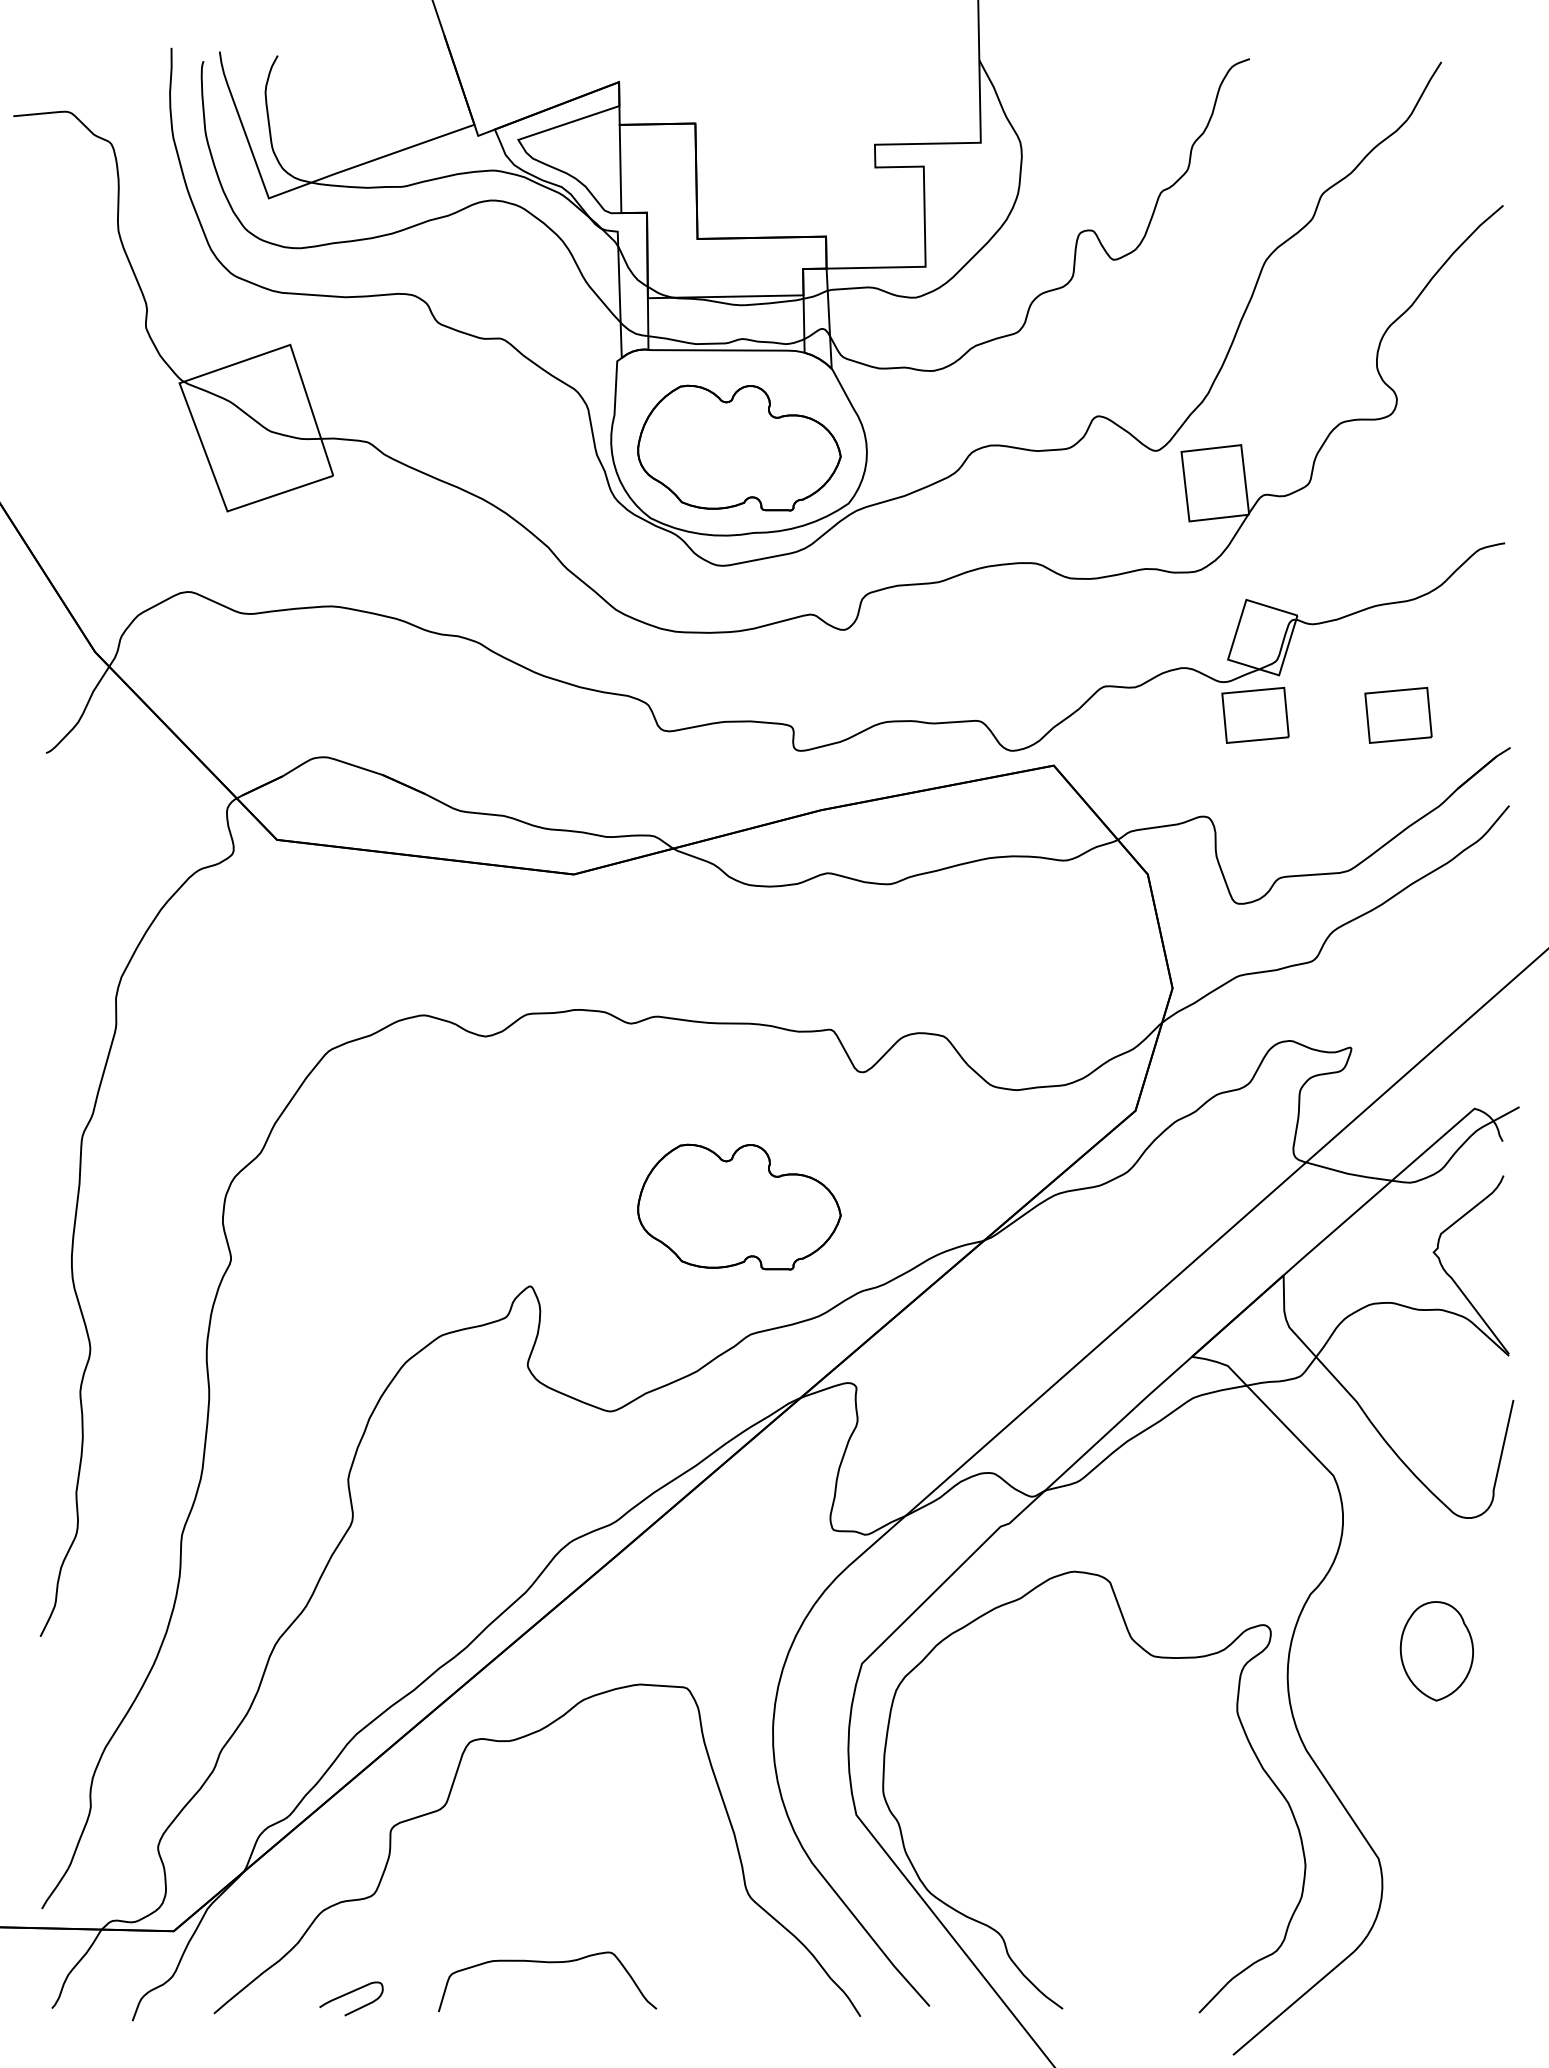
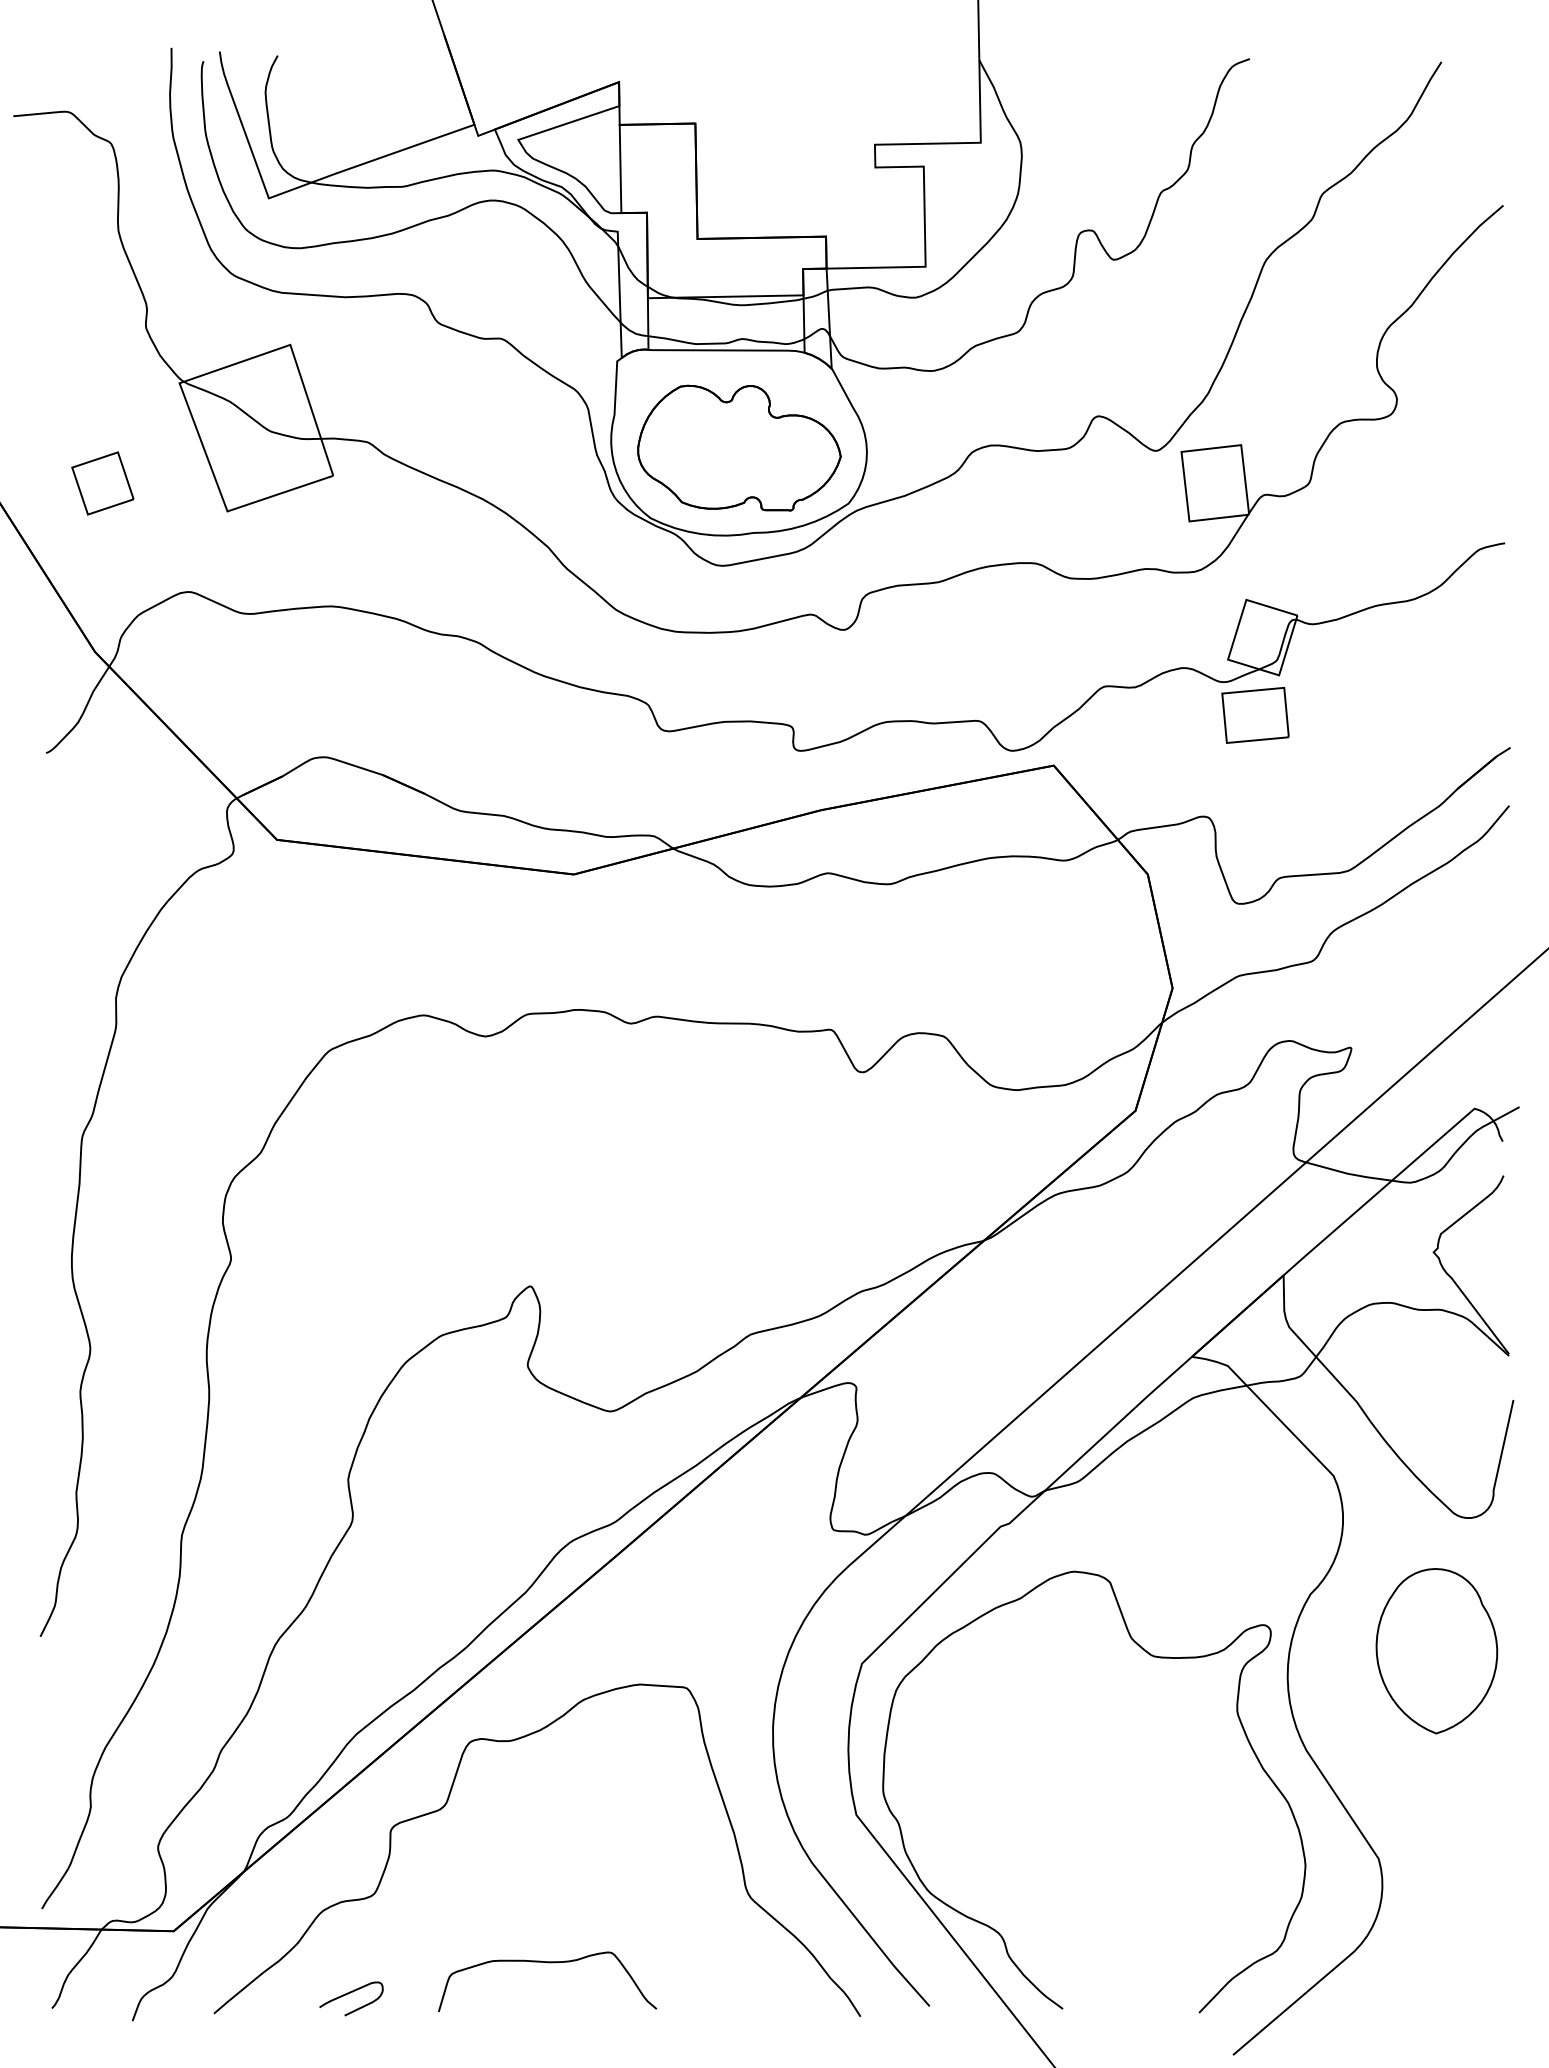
part at (102, 483): none -> present
part at (1398, 714): present -> none
part at (739, 1206): present -> none
part at (1436, 1651) size: 75x101 px -> 124x167 px
